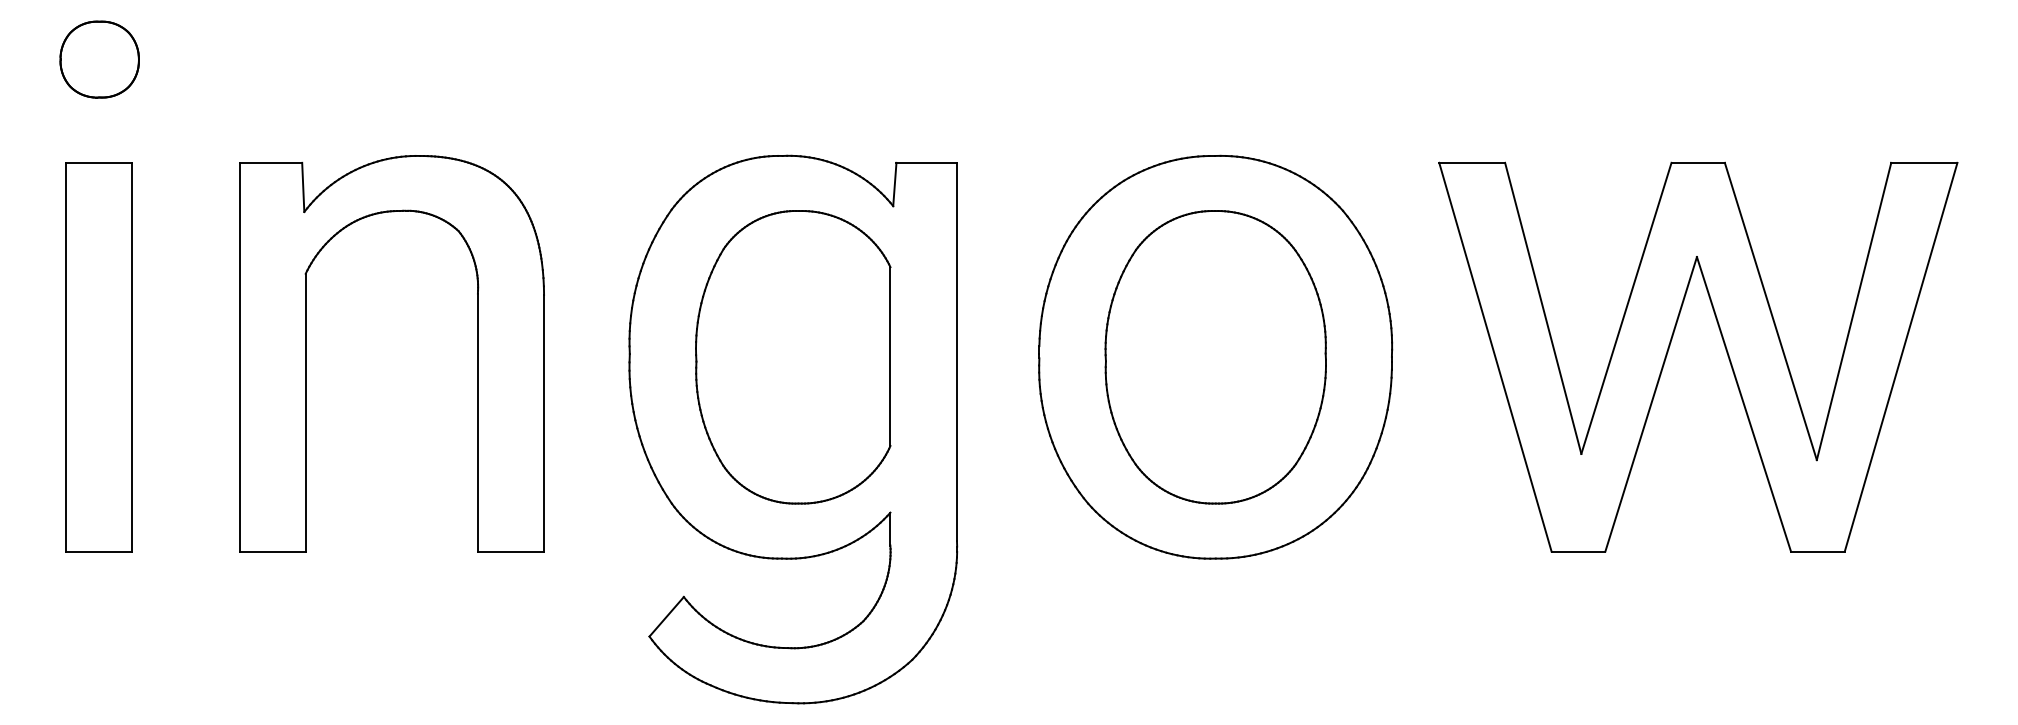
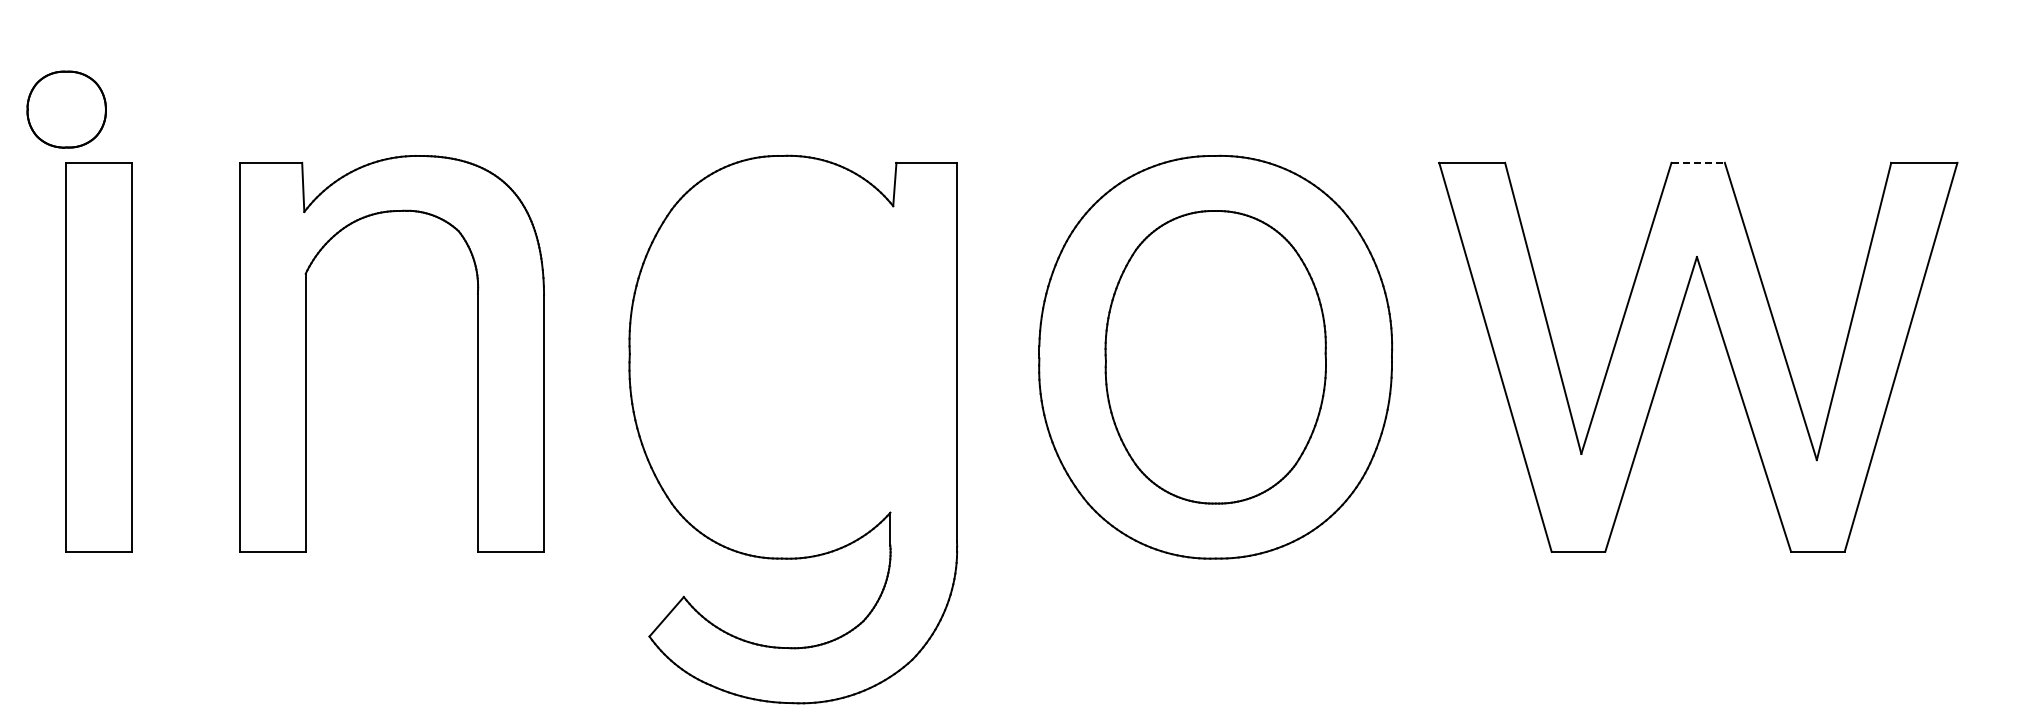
part at (99, 59) position: (99, 59) -> (66, 109)
line at (1698, 162): solid -> dashed
part at (793, 357): present -> none
